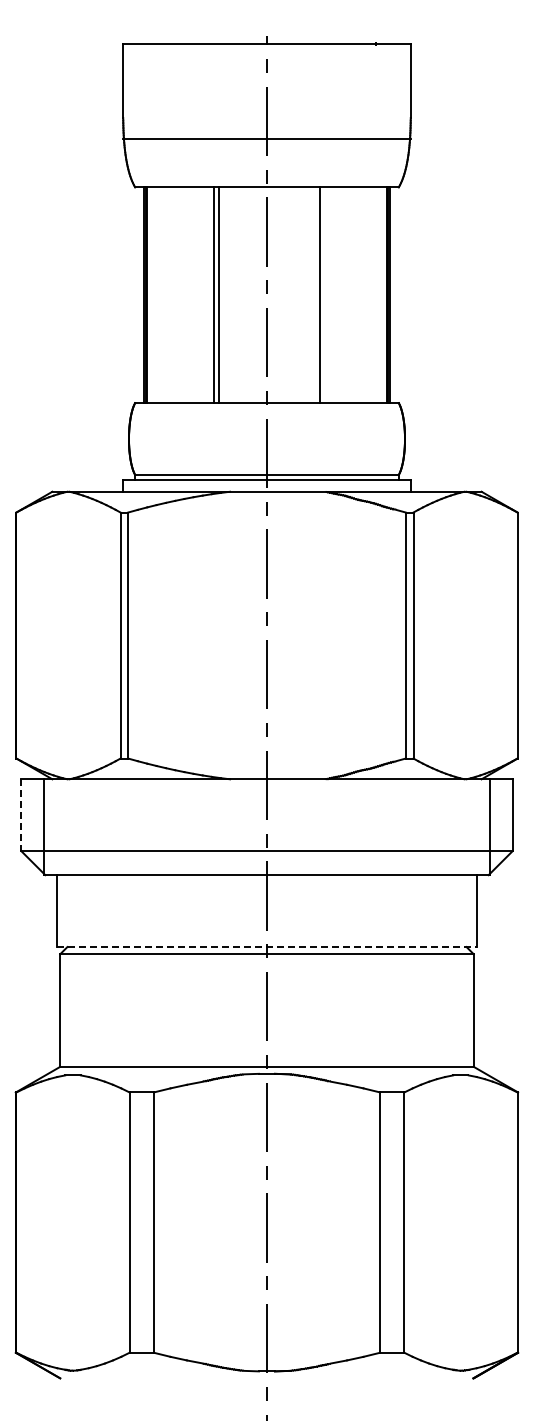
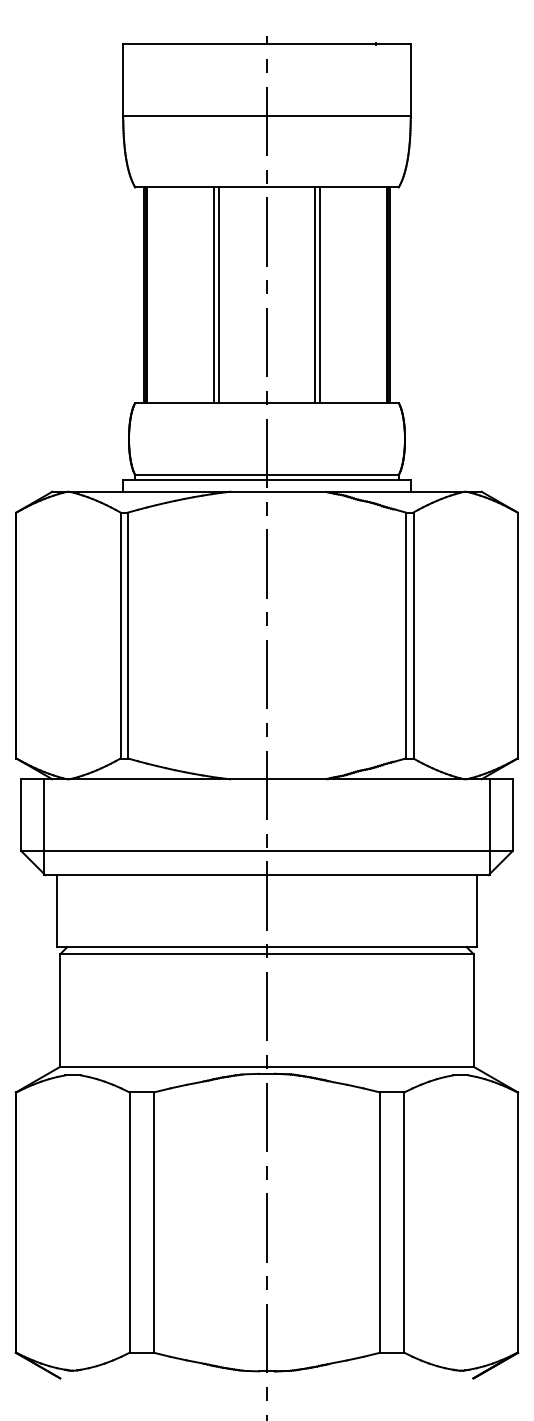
line at (266, 138) position: (266, 138) -> (266, 115)
line at (314, 295): none -> present
line at (21, 815): dashed -> solid
line at (266, 947): dashed -> solid
